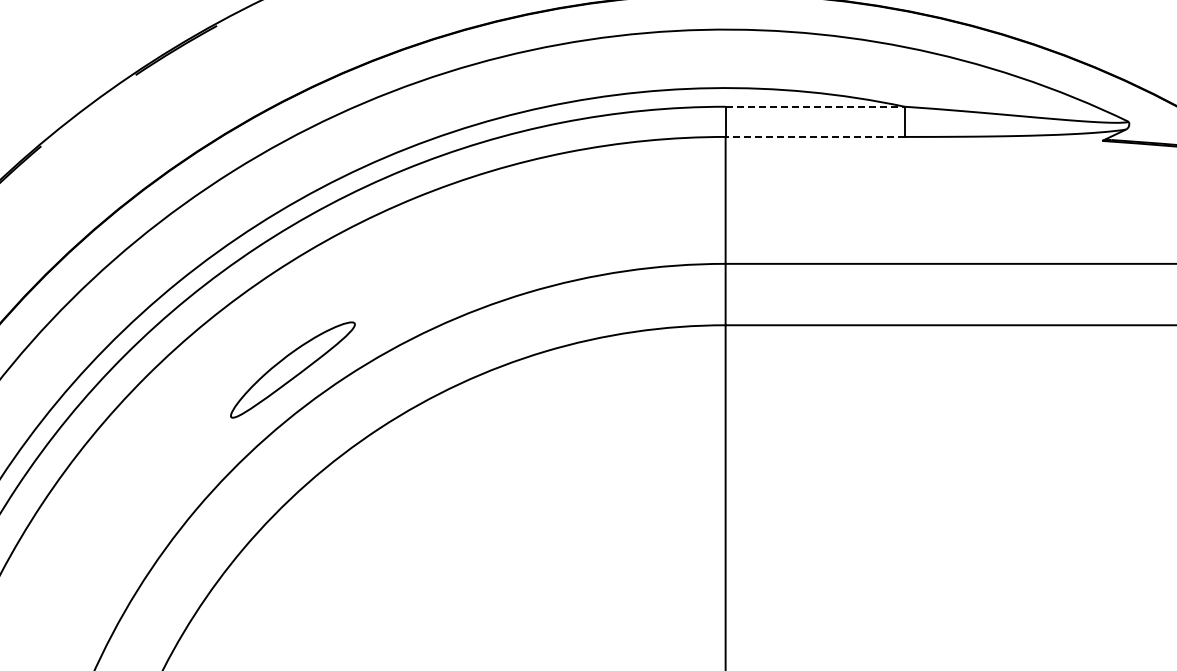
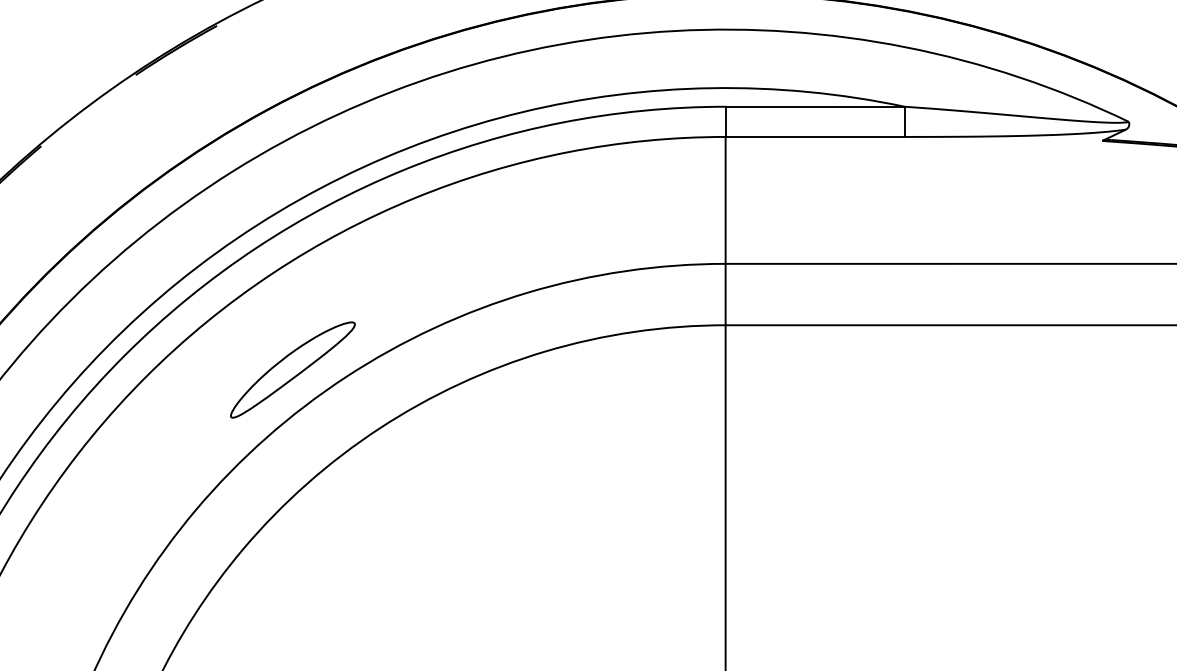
line at (815, 106): dashed -> solid
line at (815, 136): dashed -> solid
